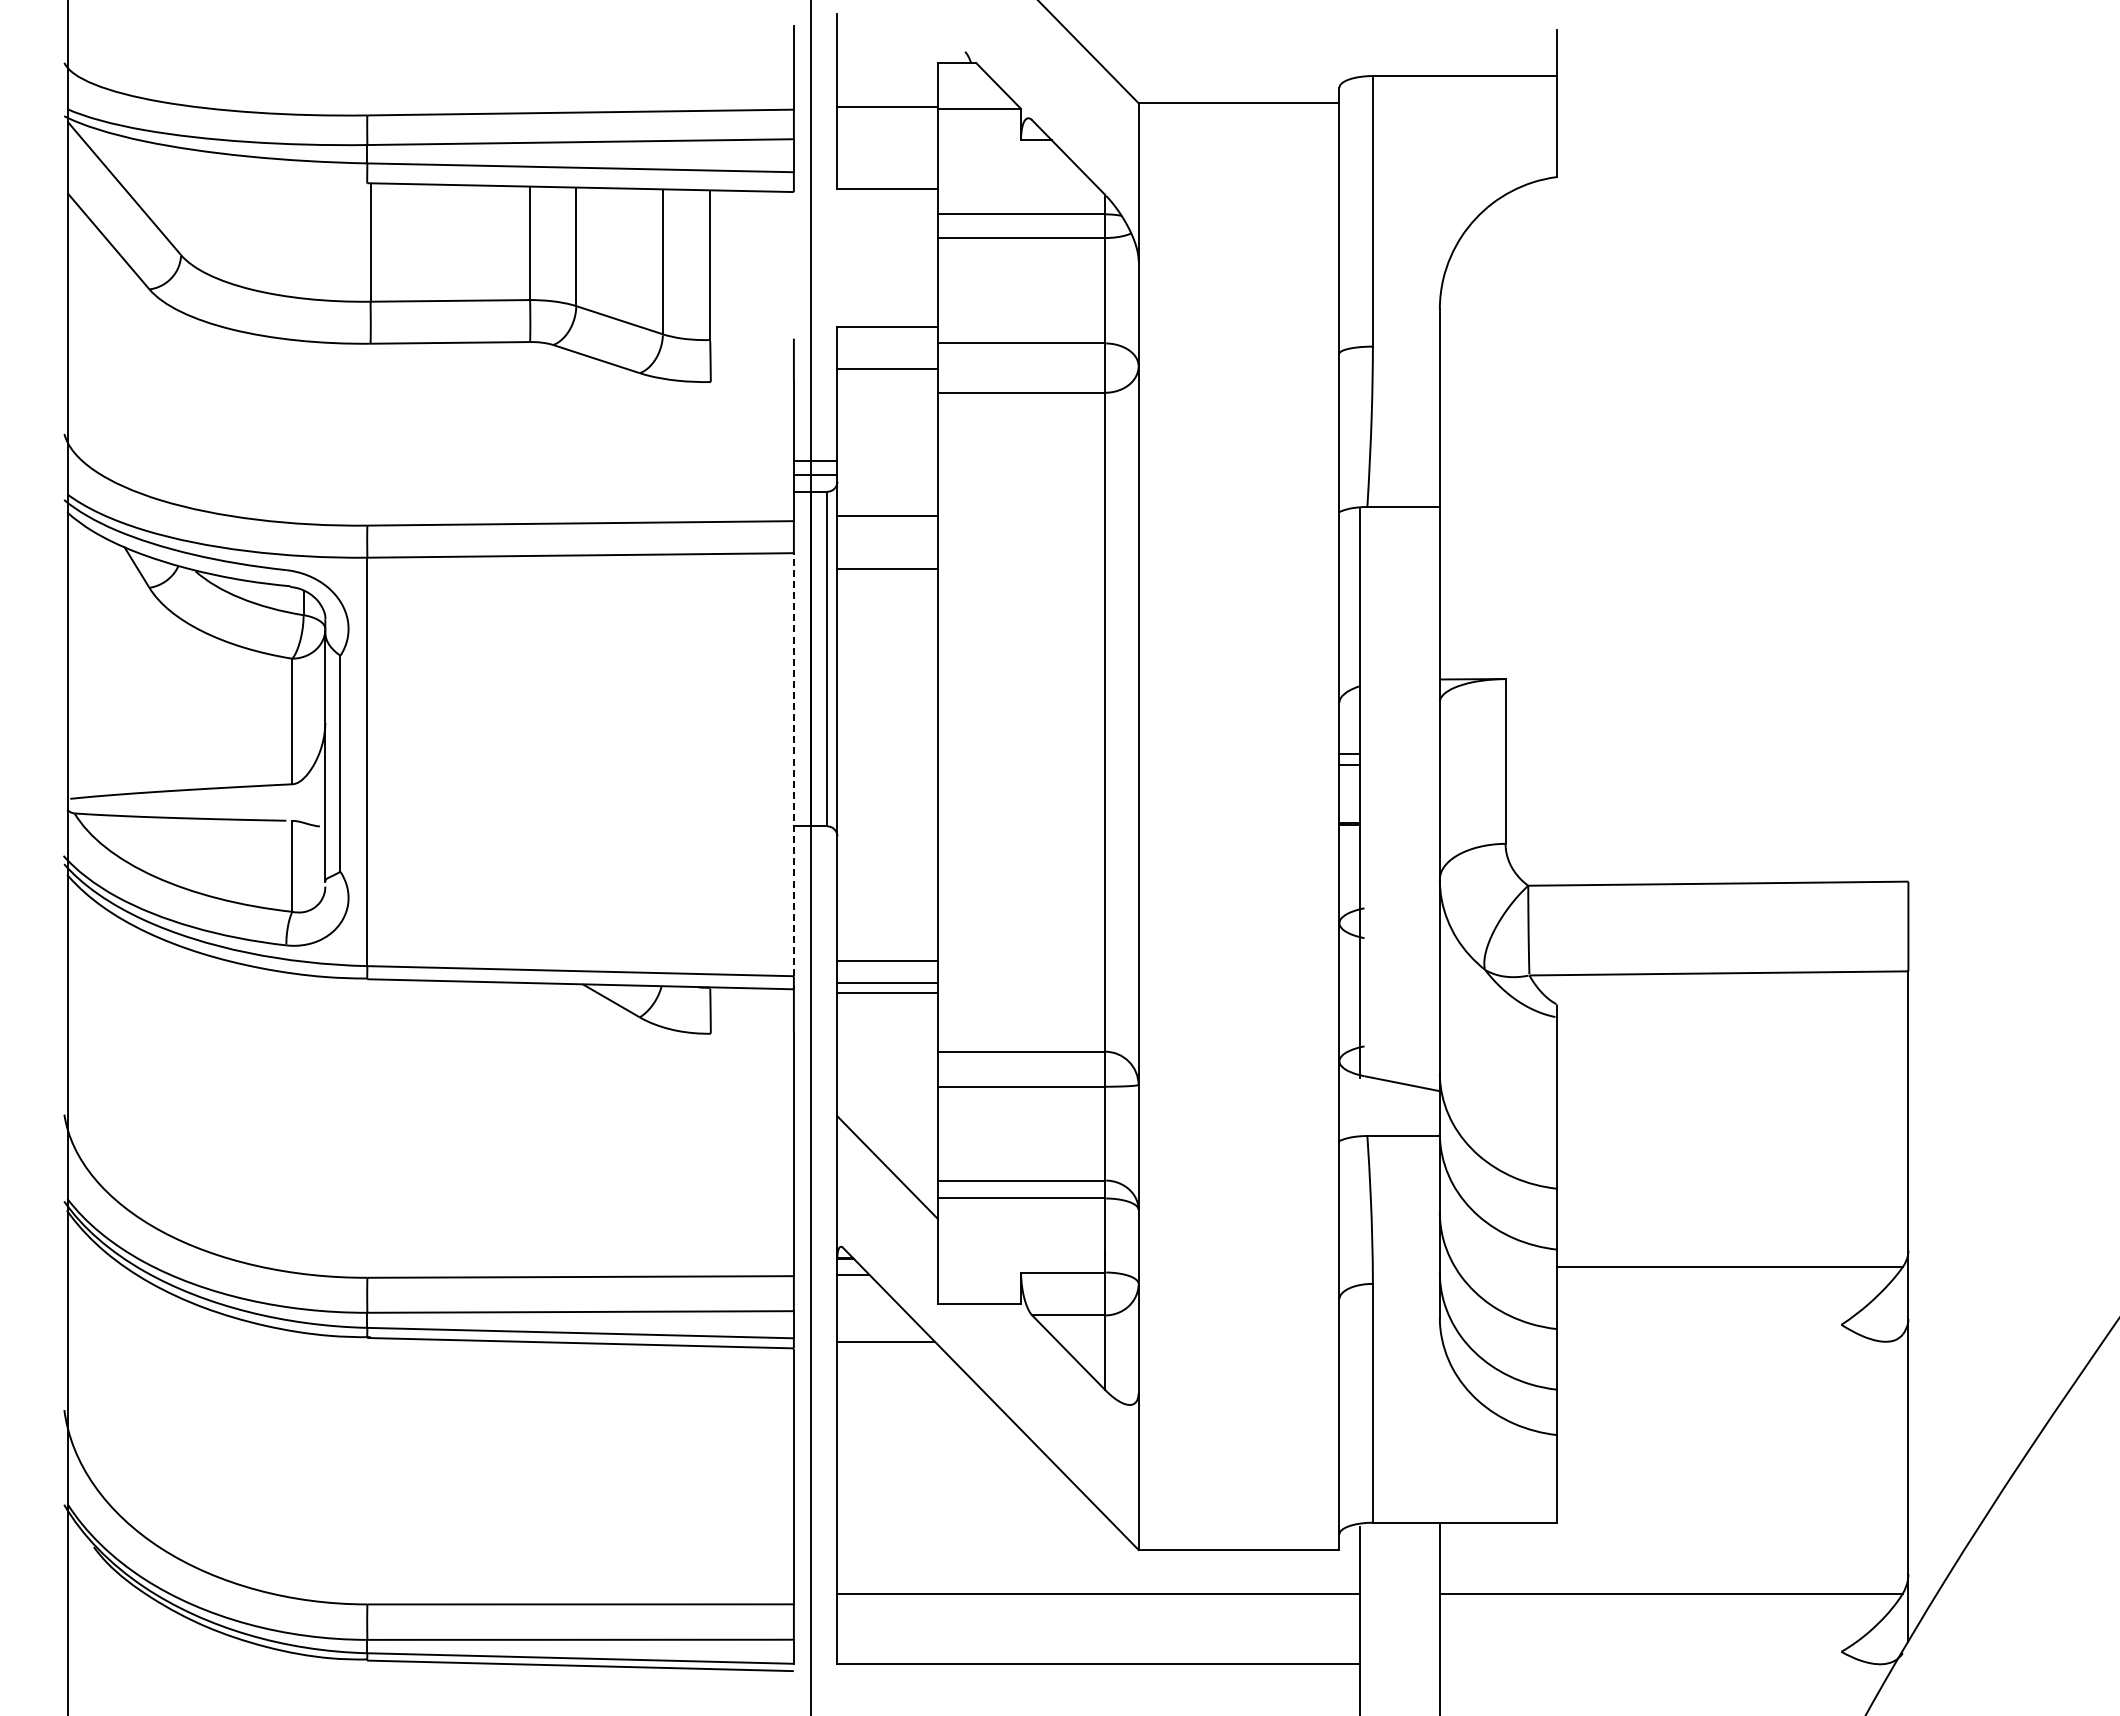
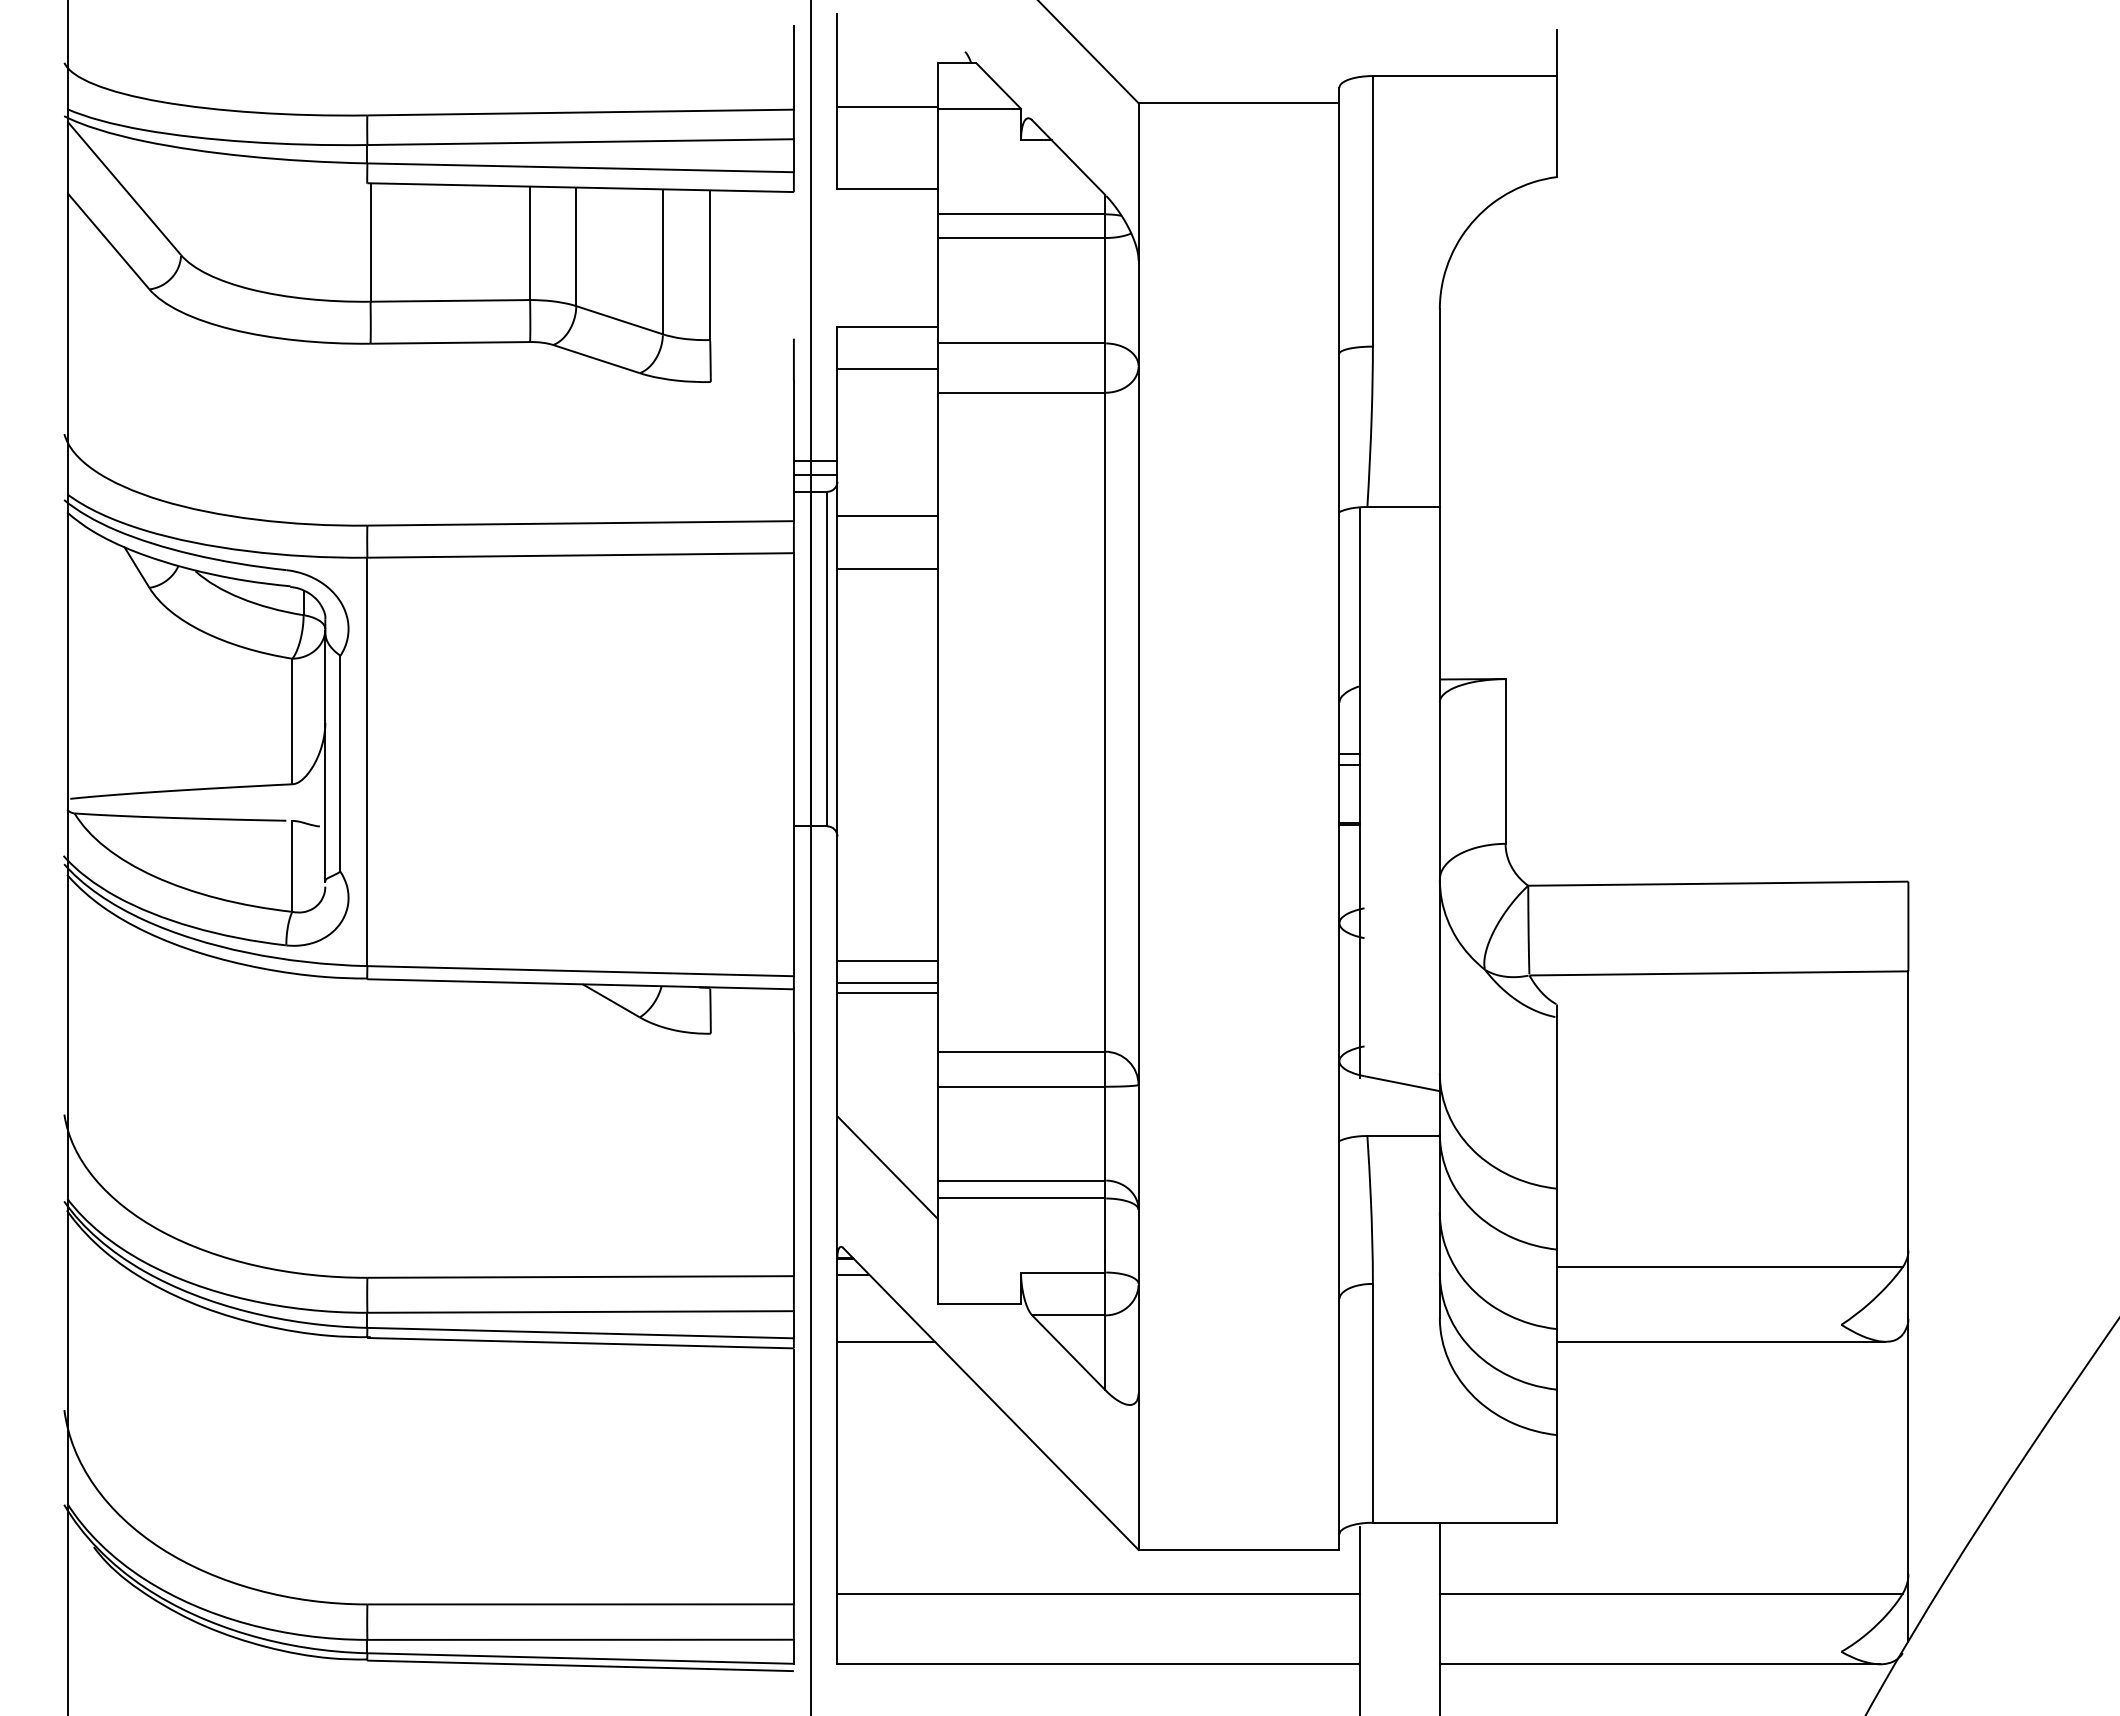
line at (793, 764): dashed -> solid
line at (1720, 1341): none -> present
line at (1659, 1664): none -> present
